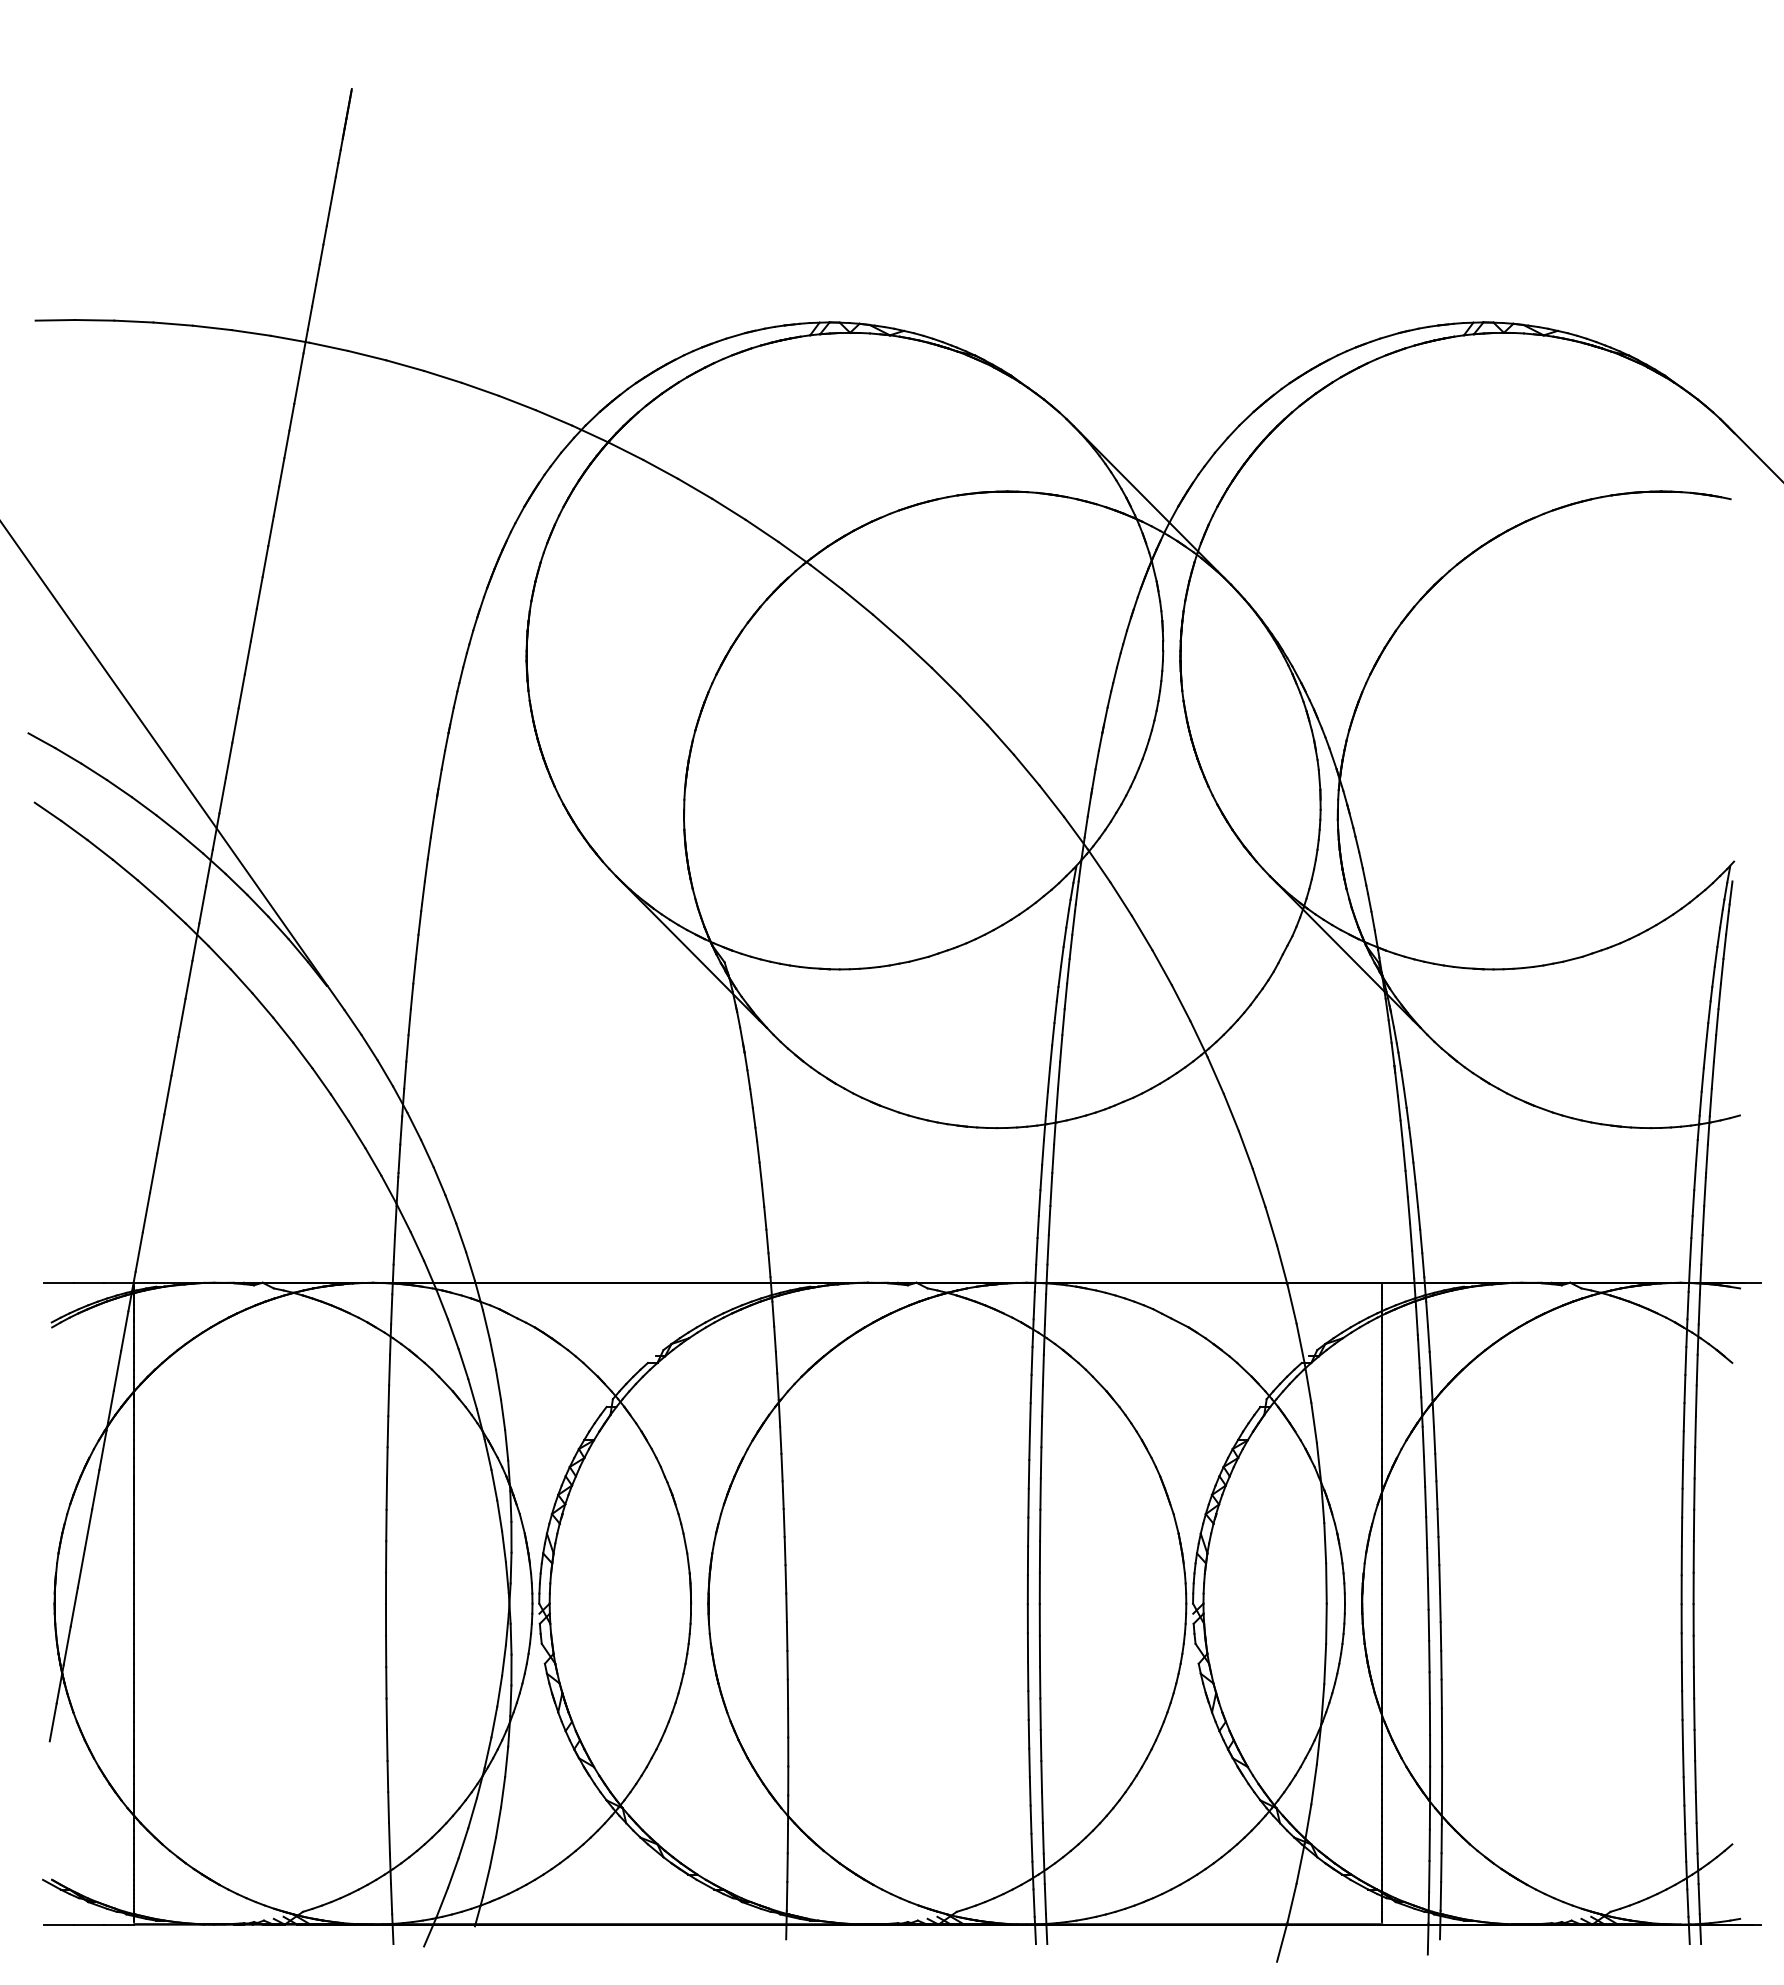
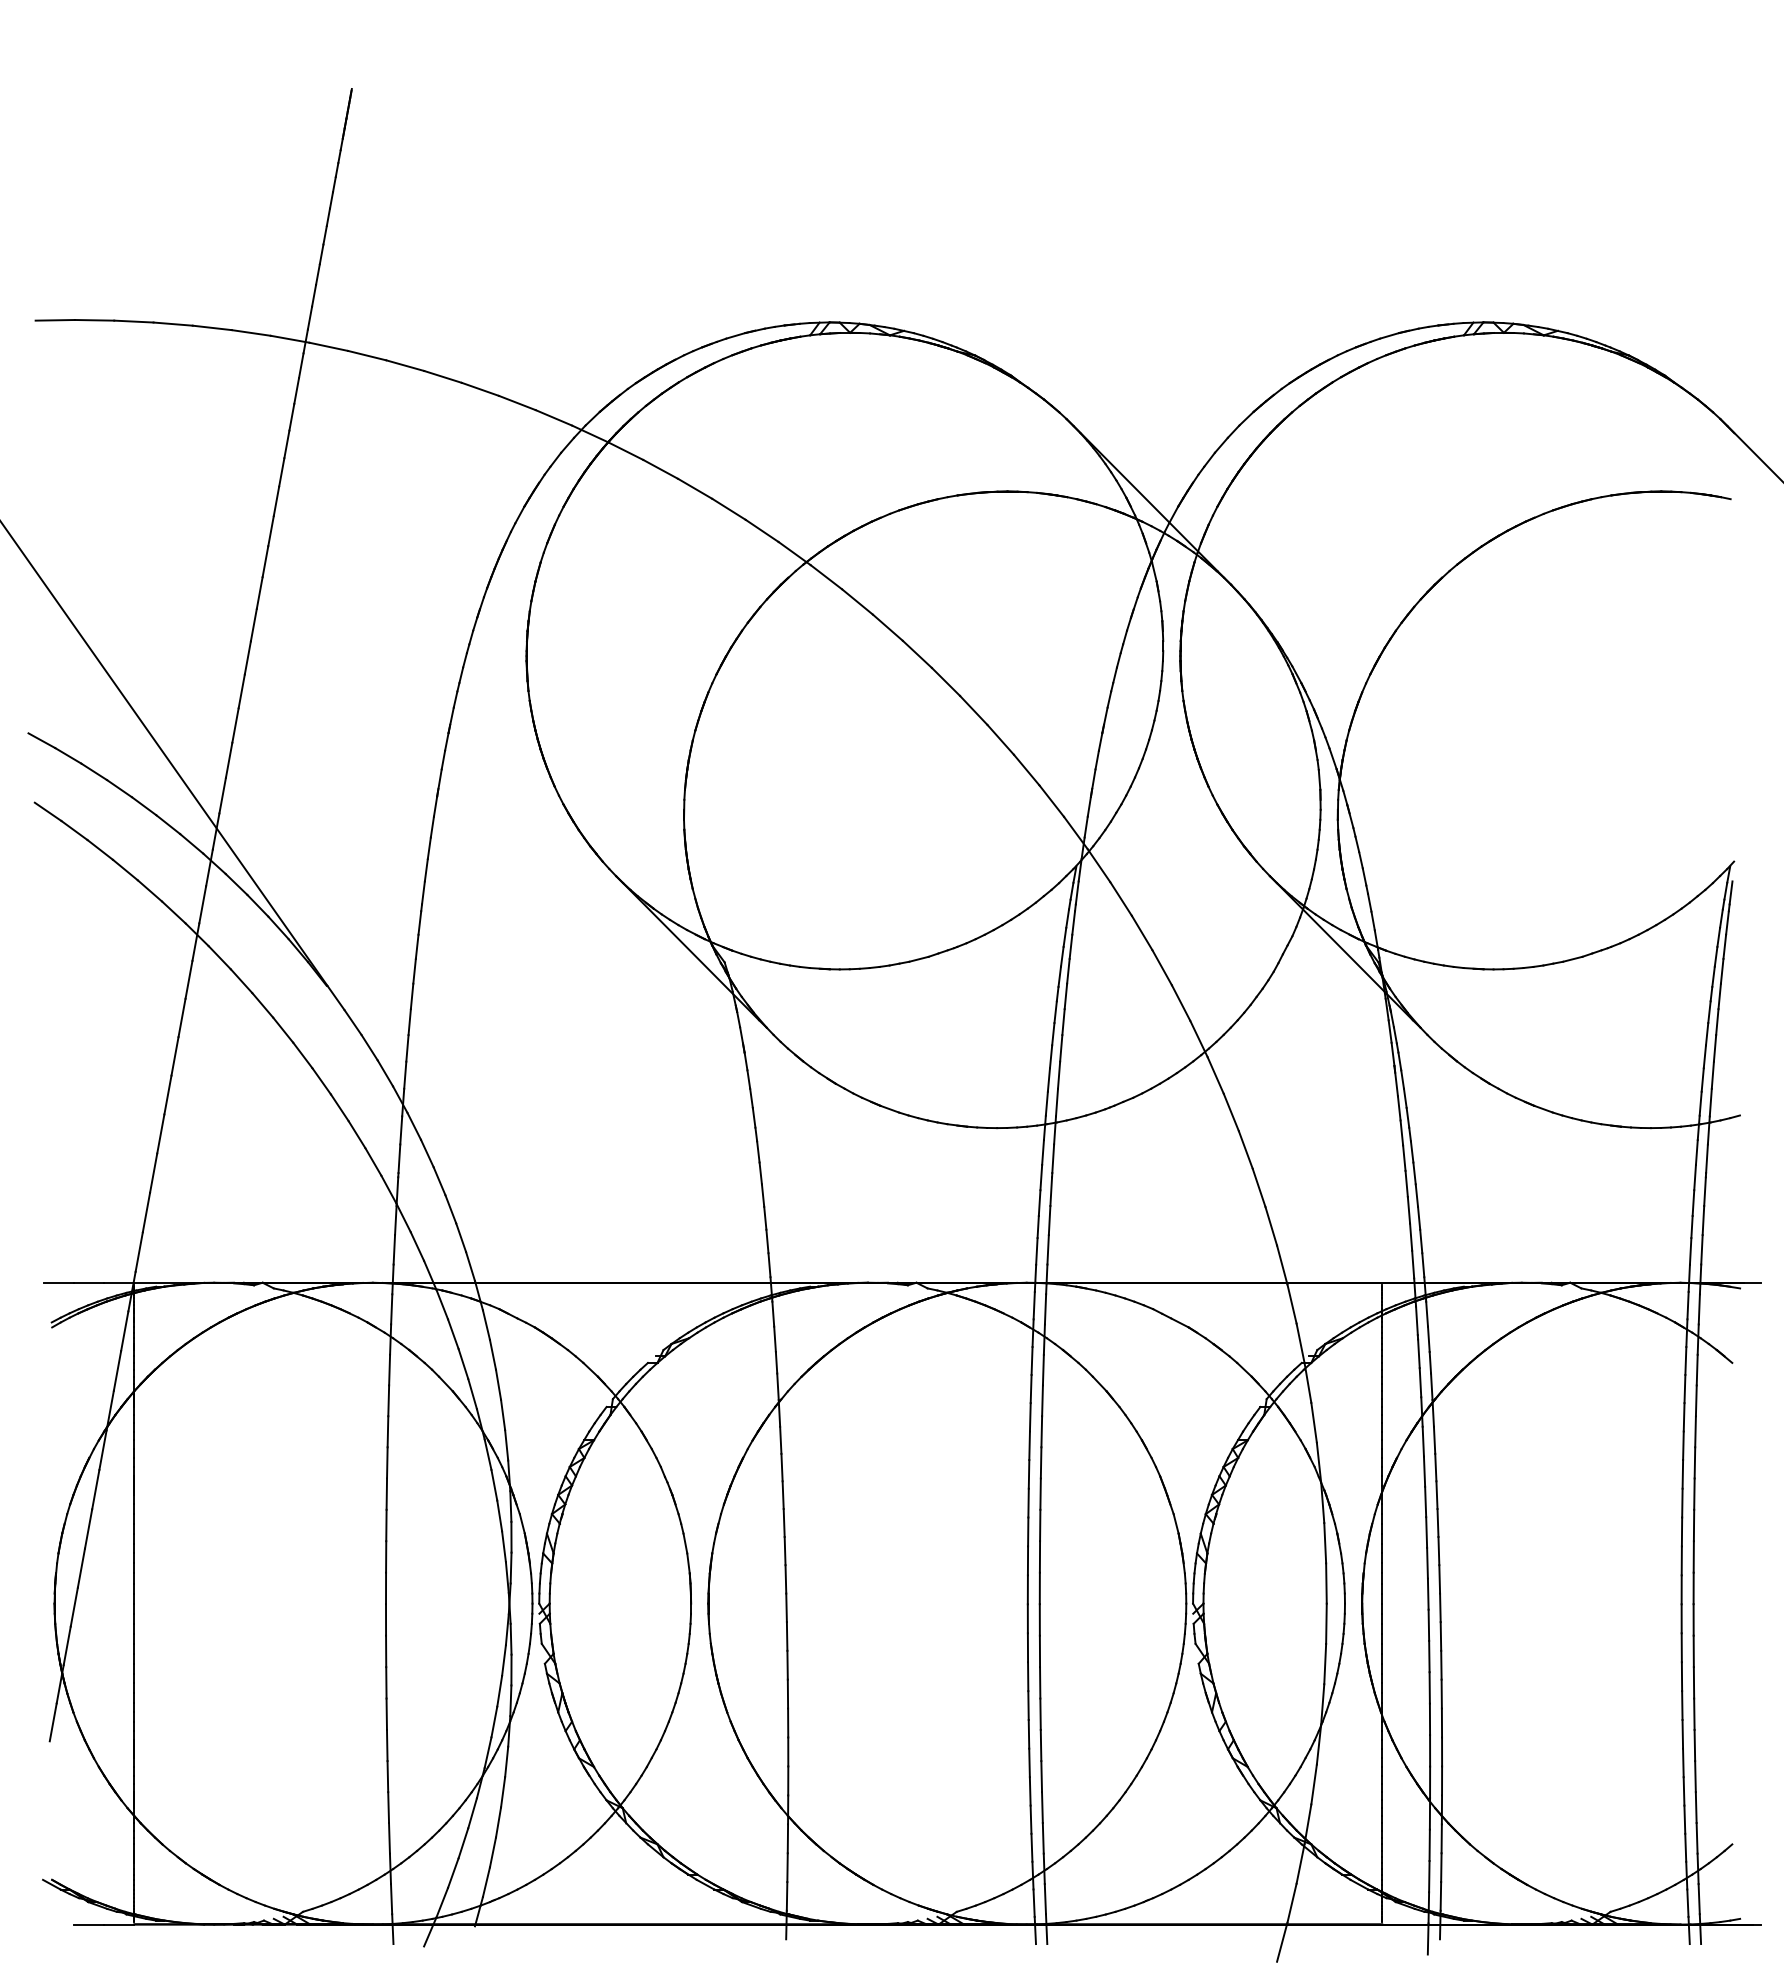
line at (58, 1924): present -> none
